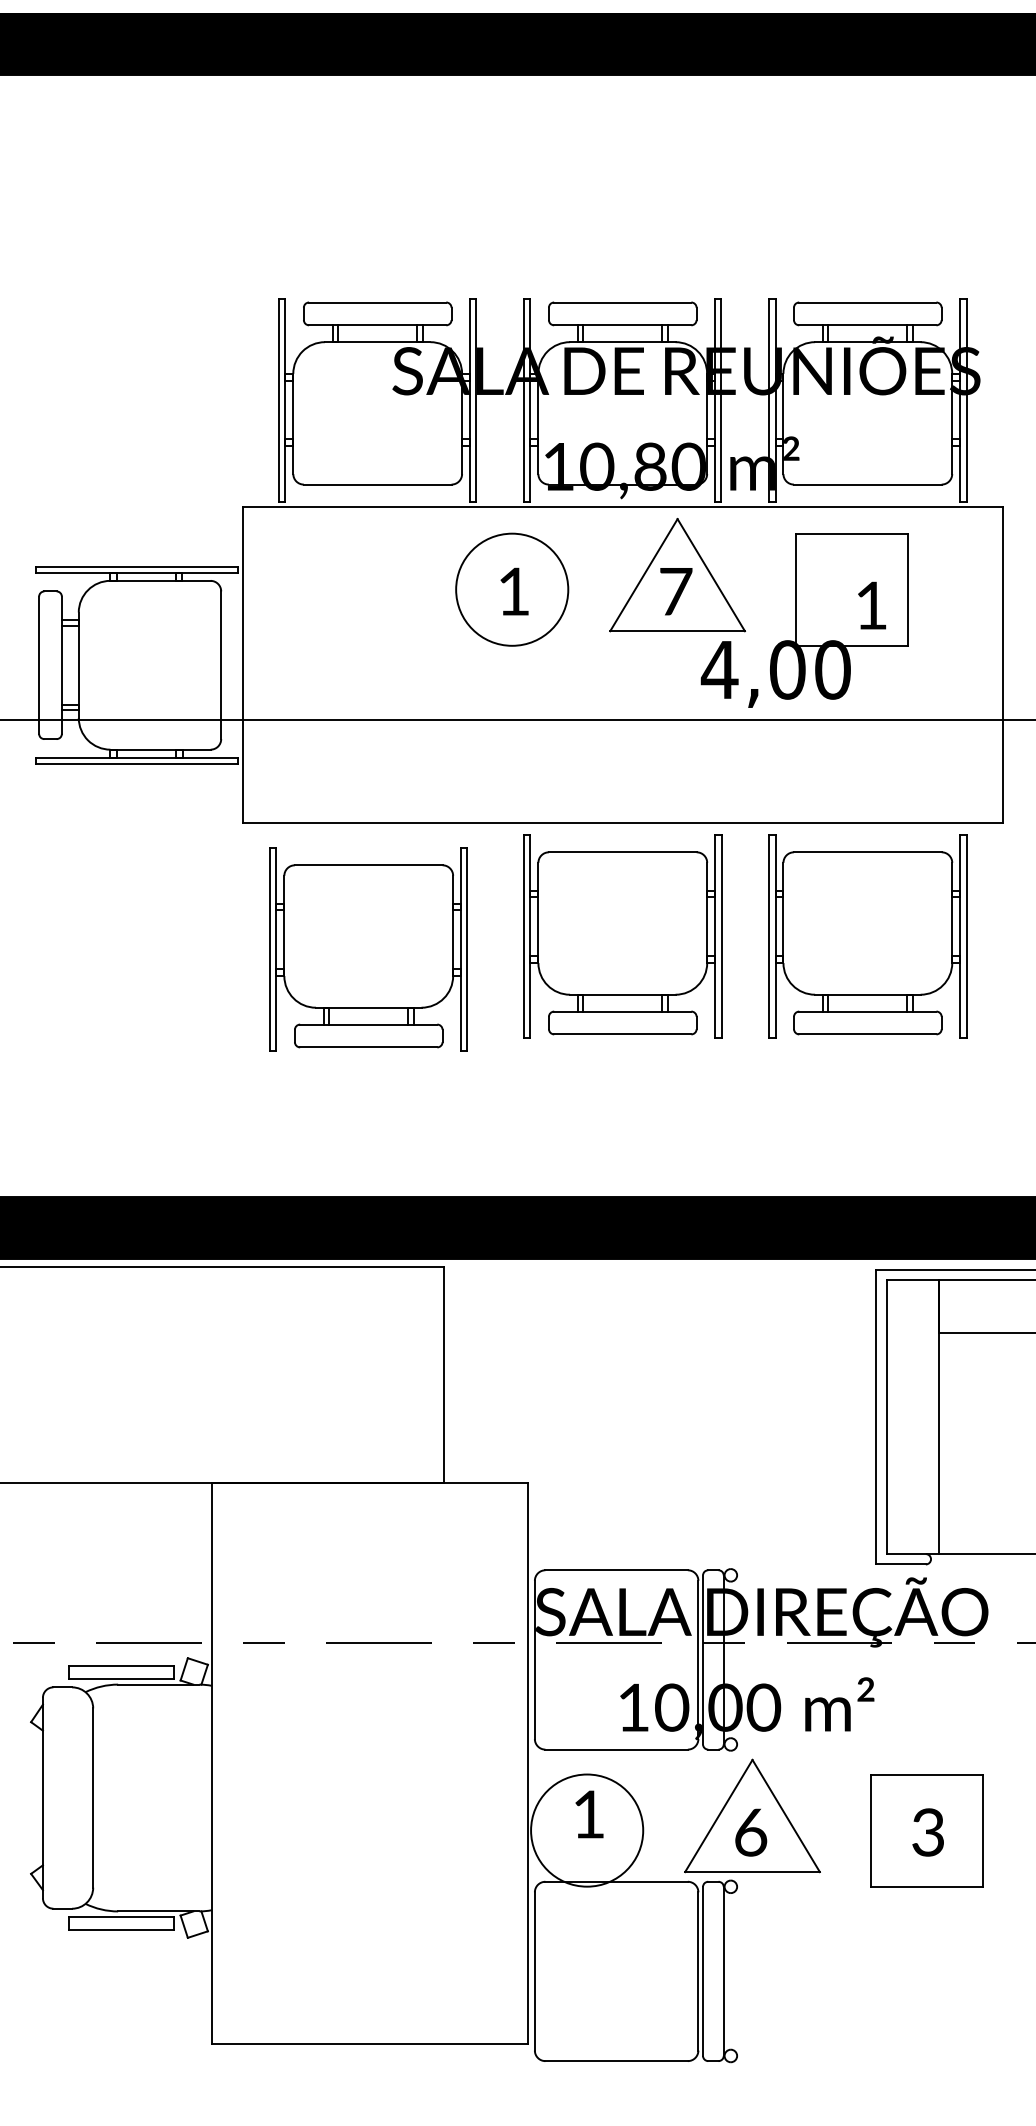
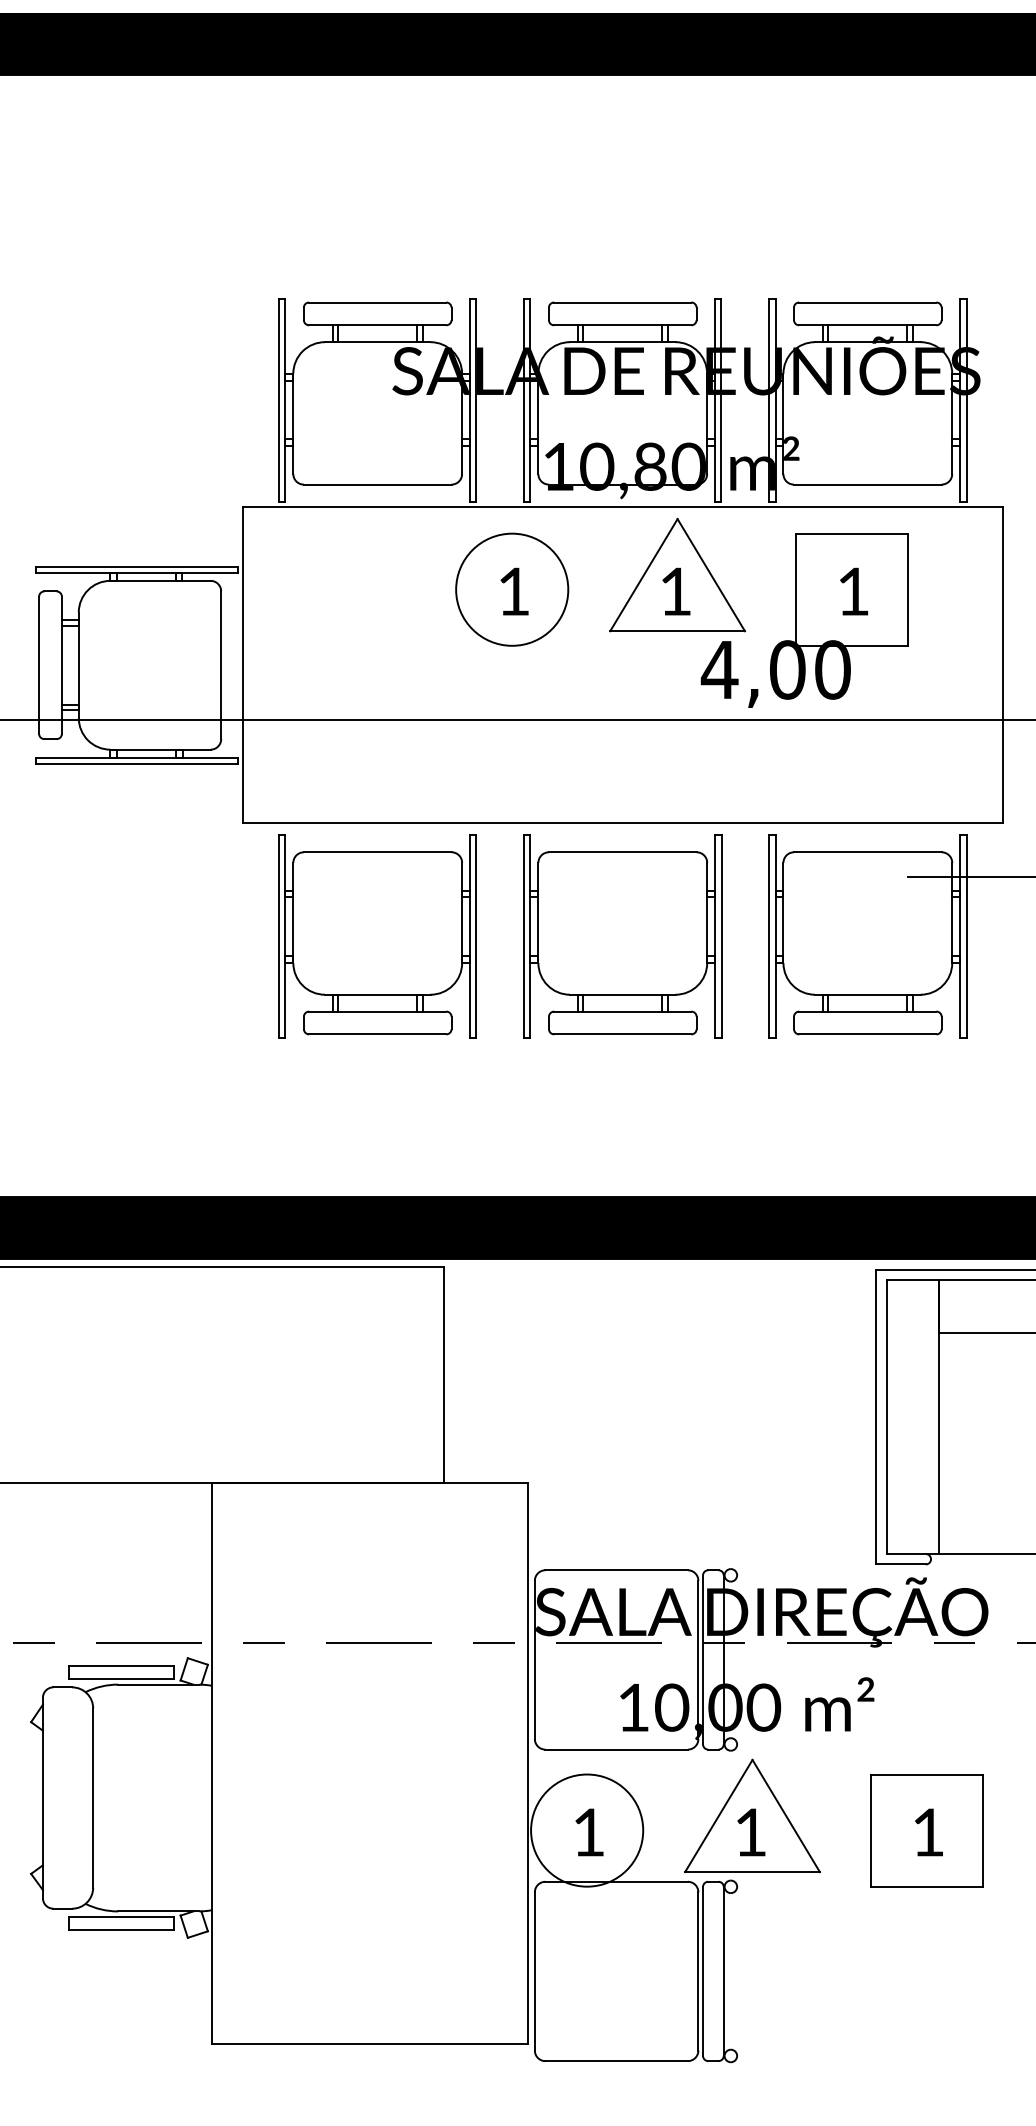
text at (676, 591): 7 -> 1
text at (871, 605) position: (871, 605) -> (853, 591)
line at (969, 876): none -> present
part at (368, 949) position: (368, 949) -> (377, 936)
text at (589, 1814) position: (589, 1814) -> (589, 1832)
text at (751, 1832): 6 -> 1
text at (927, 1832): 3 -> 1
